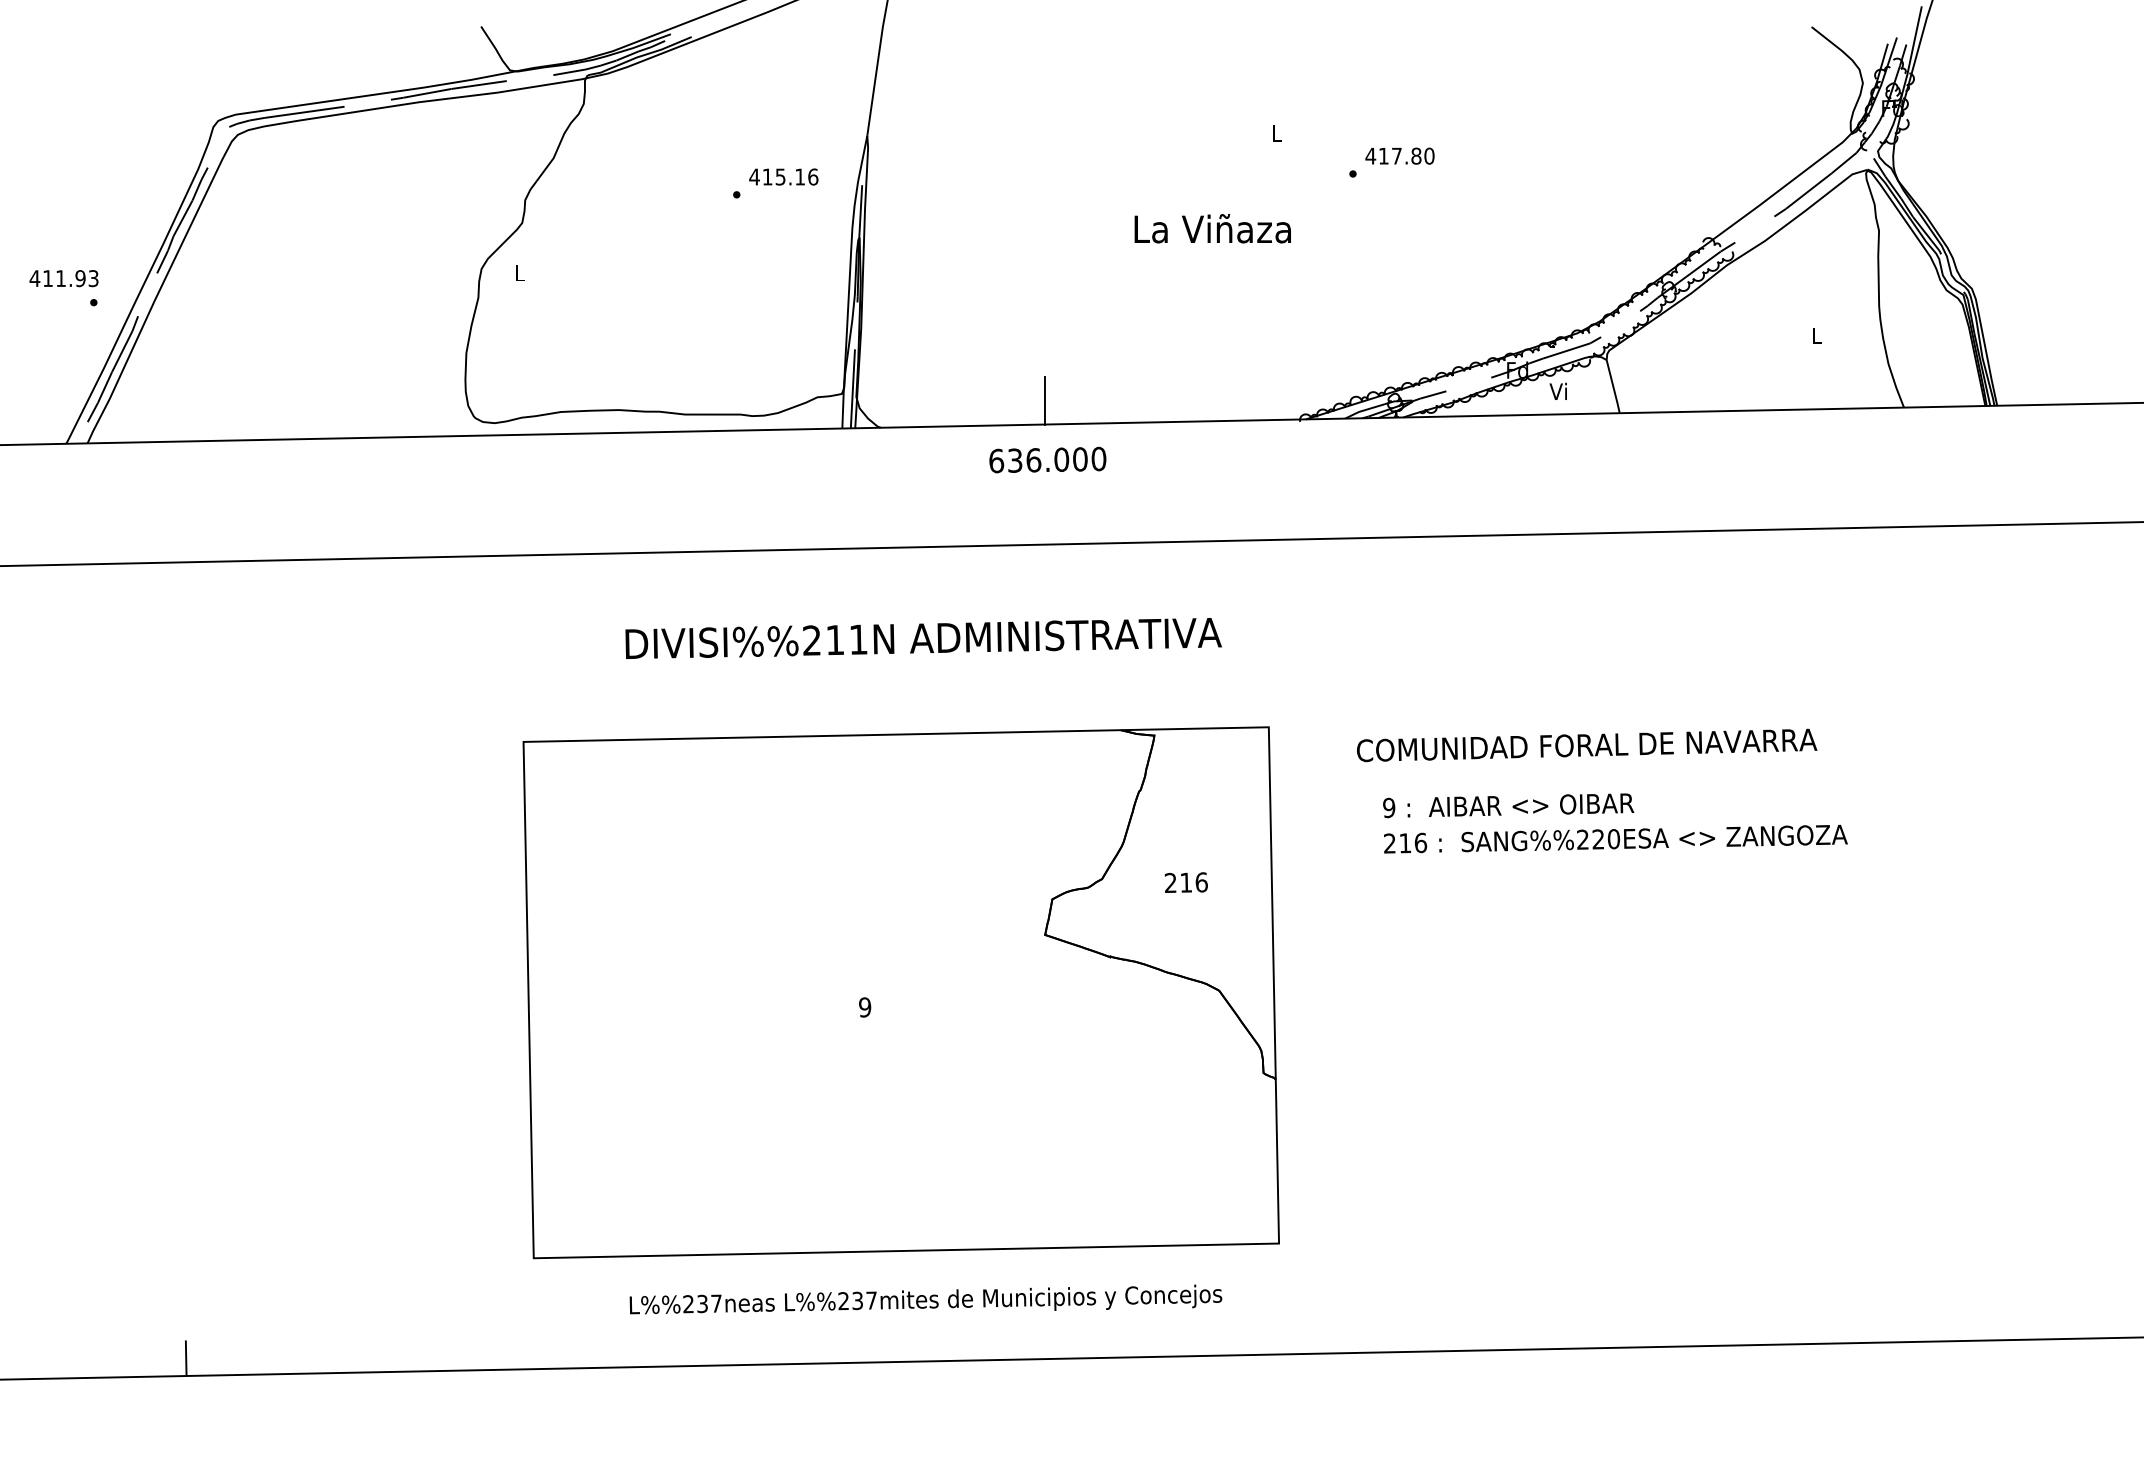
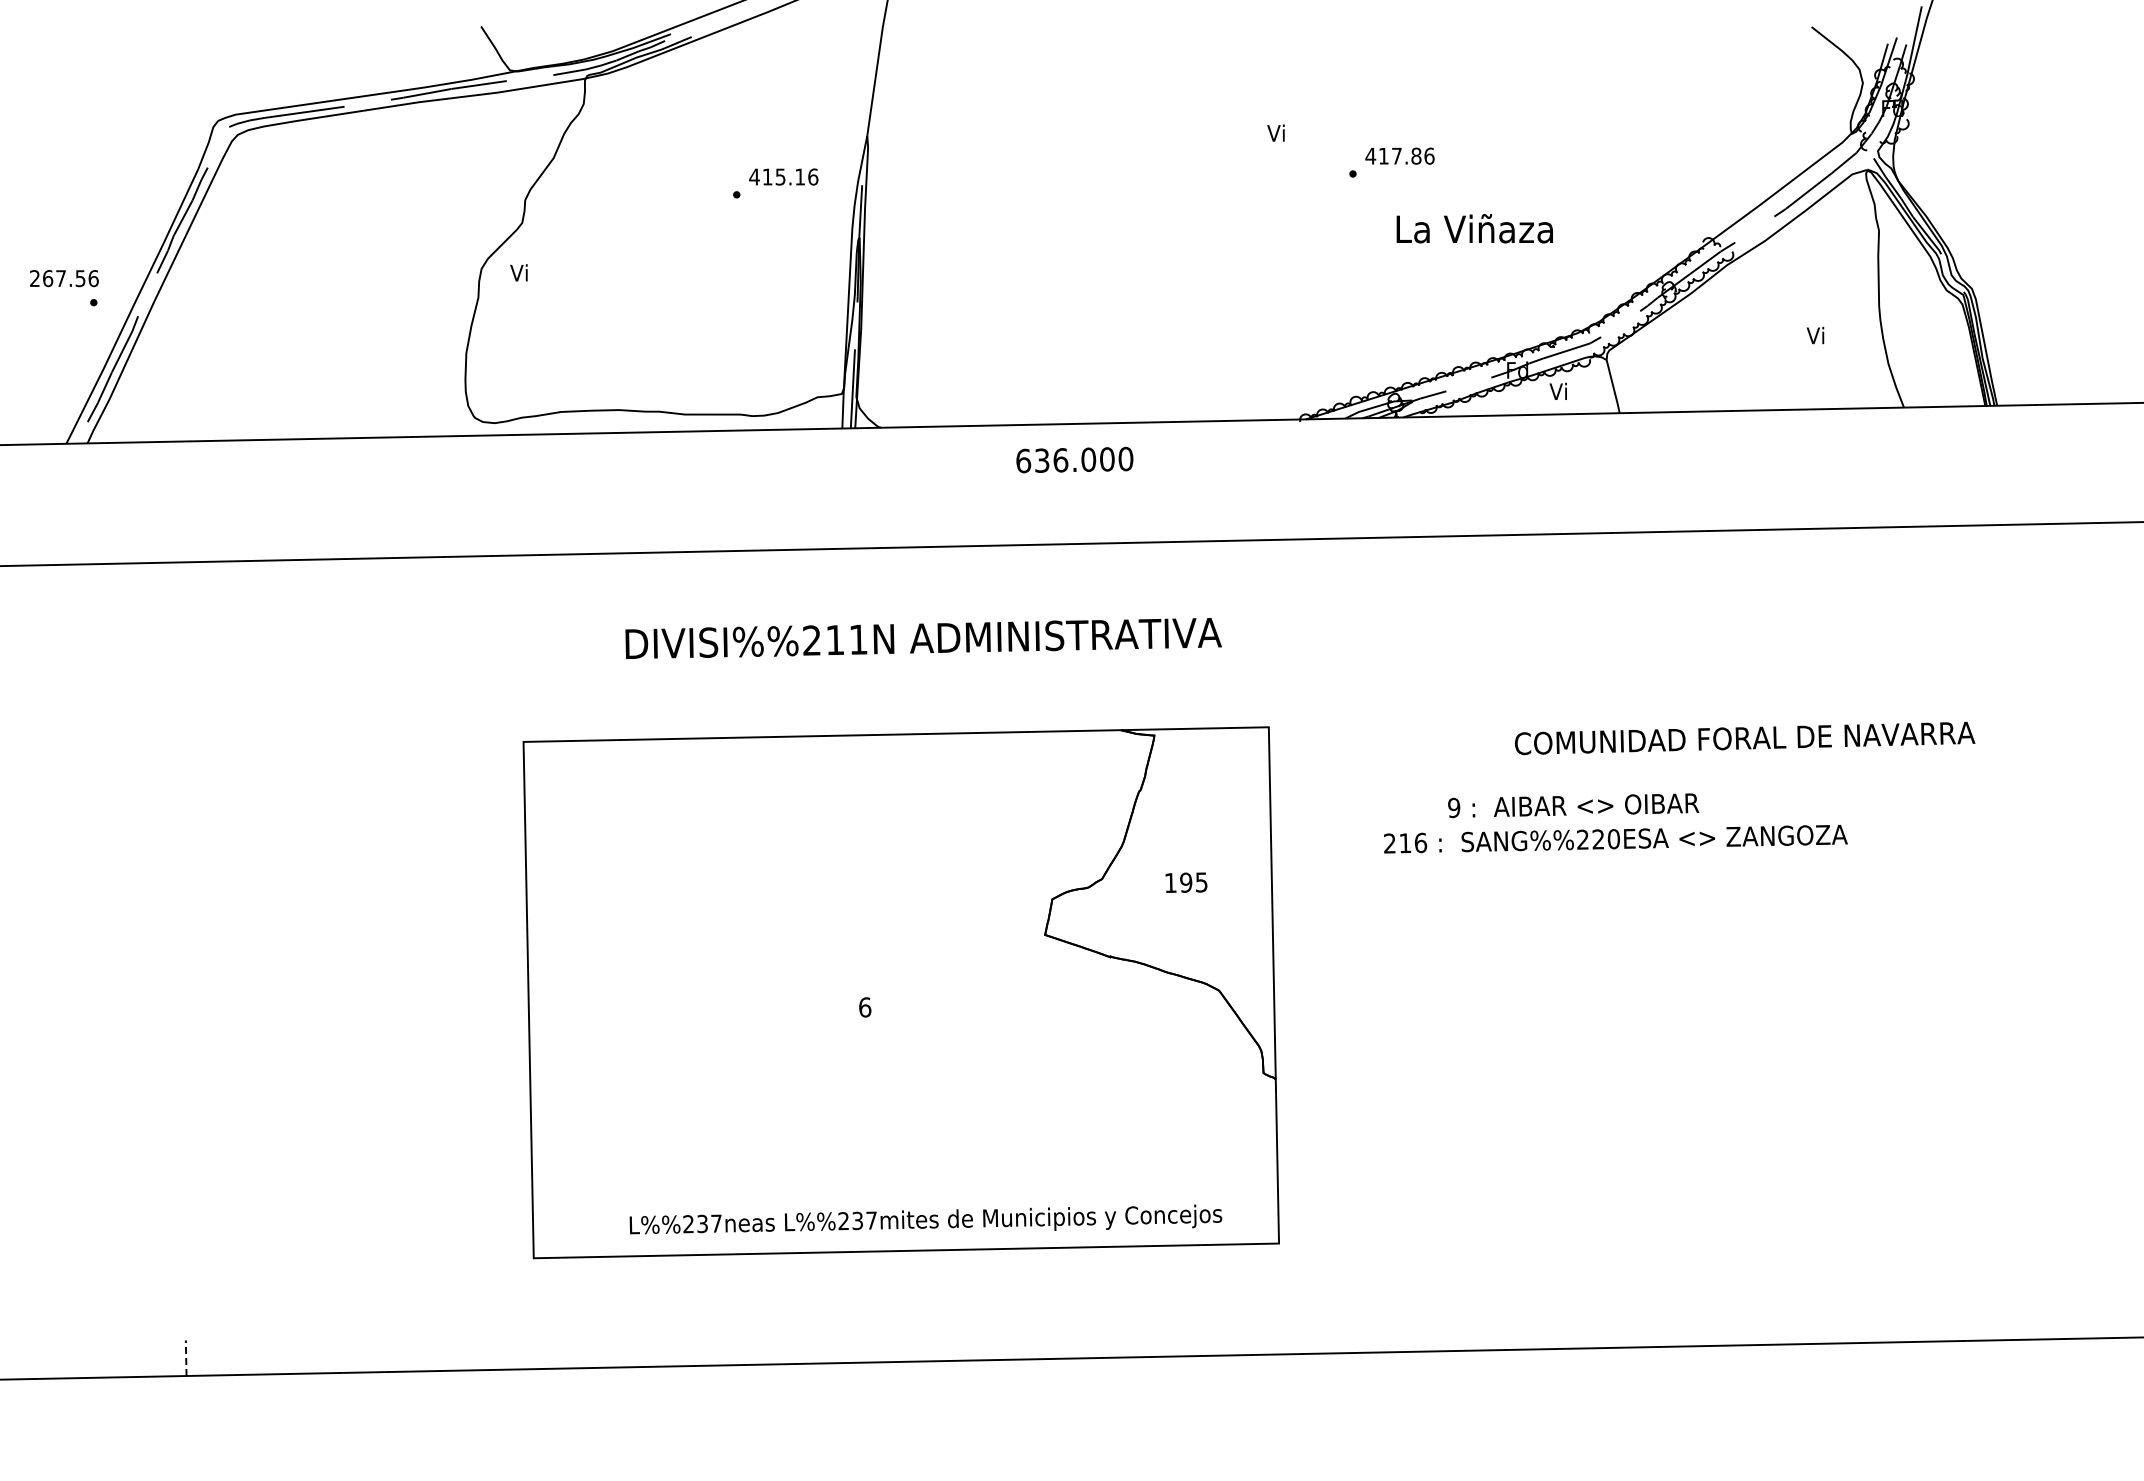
text at (1275, 132): L -> Vi
text at (1429, 155): 417.80 -> 417.86
text at (1212, 228) position: (1212, 228) -> (1474, 228)
text at (518, 272): L -> Vi
text at (63, 278): 411.93 -> 267.56
text at (1815, 335): L -> Vi
line at (1044, 400): present -> none
text at (1047, 459) position: (1047, 459) -> (1074, 459)
text at (1587, 745) position: (1587, 745) -> (1745, 738)
text at (1508, 805) position: (1508, 805) -> (1573, 805)
text at (1185, 882): 216 -> 195
text at (865, 1007): 9 -> 6
text at (925, 1299) position: (925, 1299) -> (925, 1219)
line at (186, 1358): solid -> dashed
